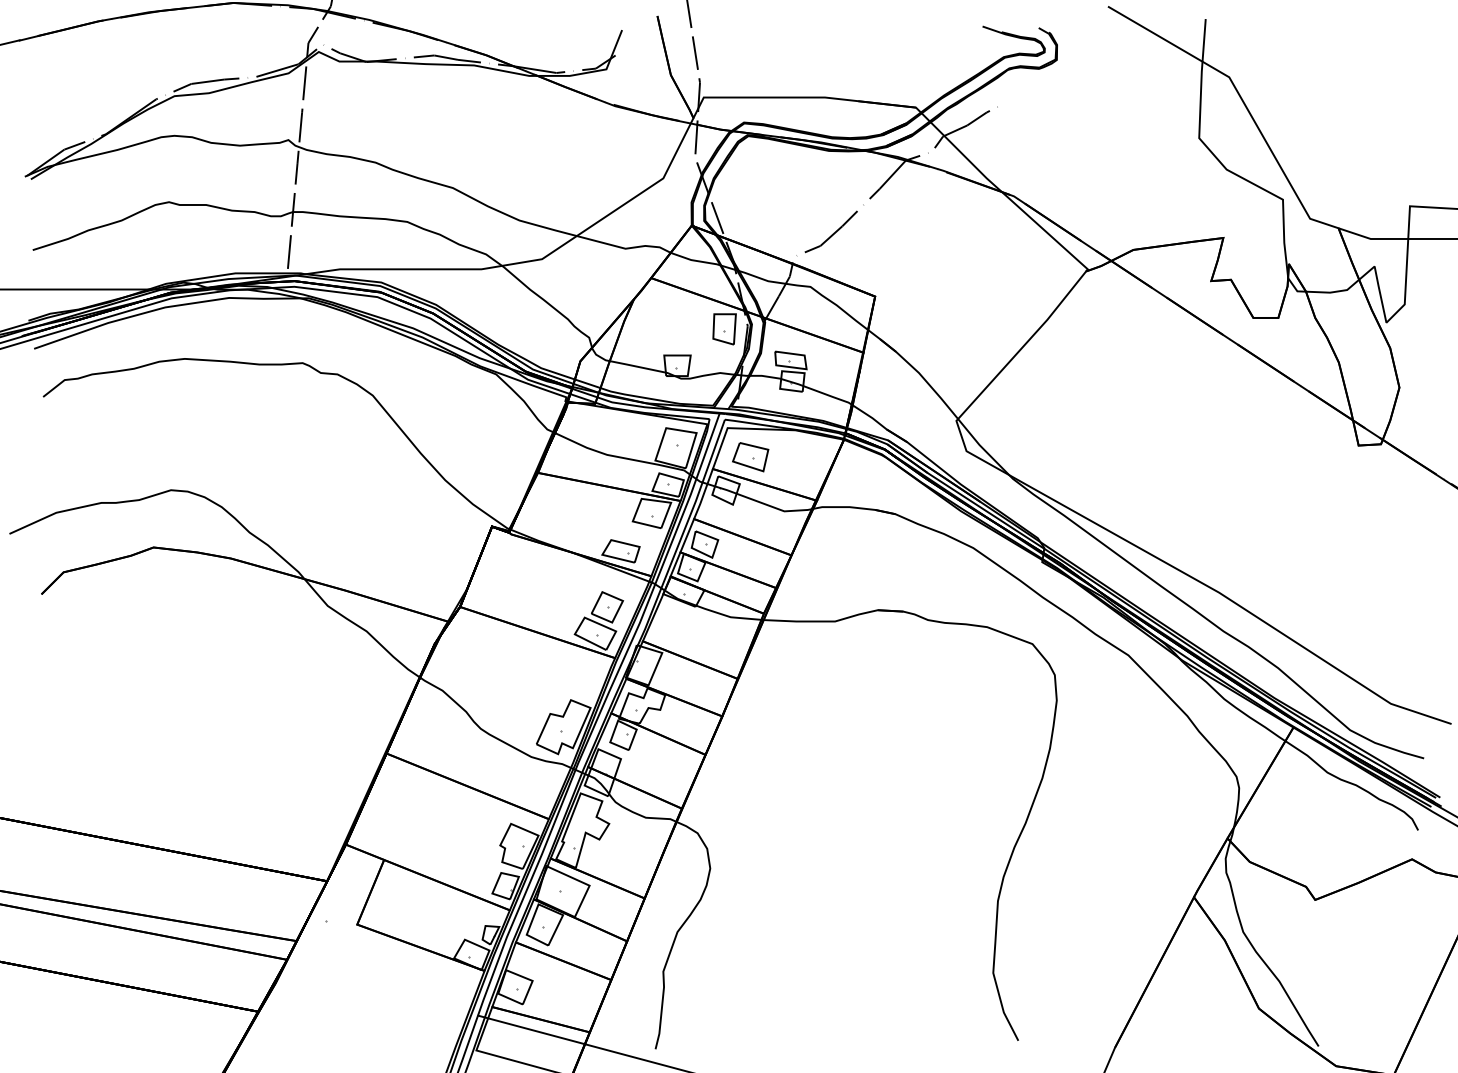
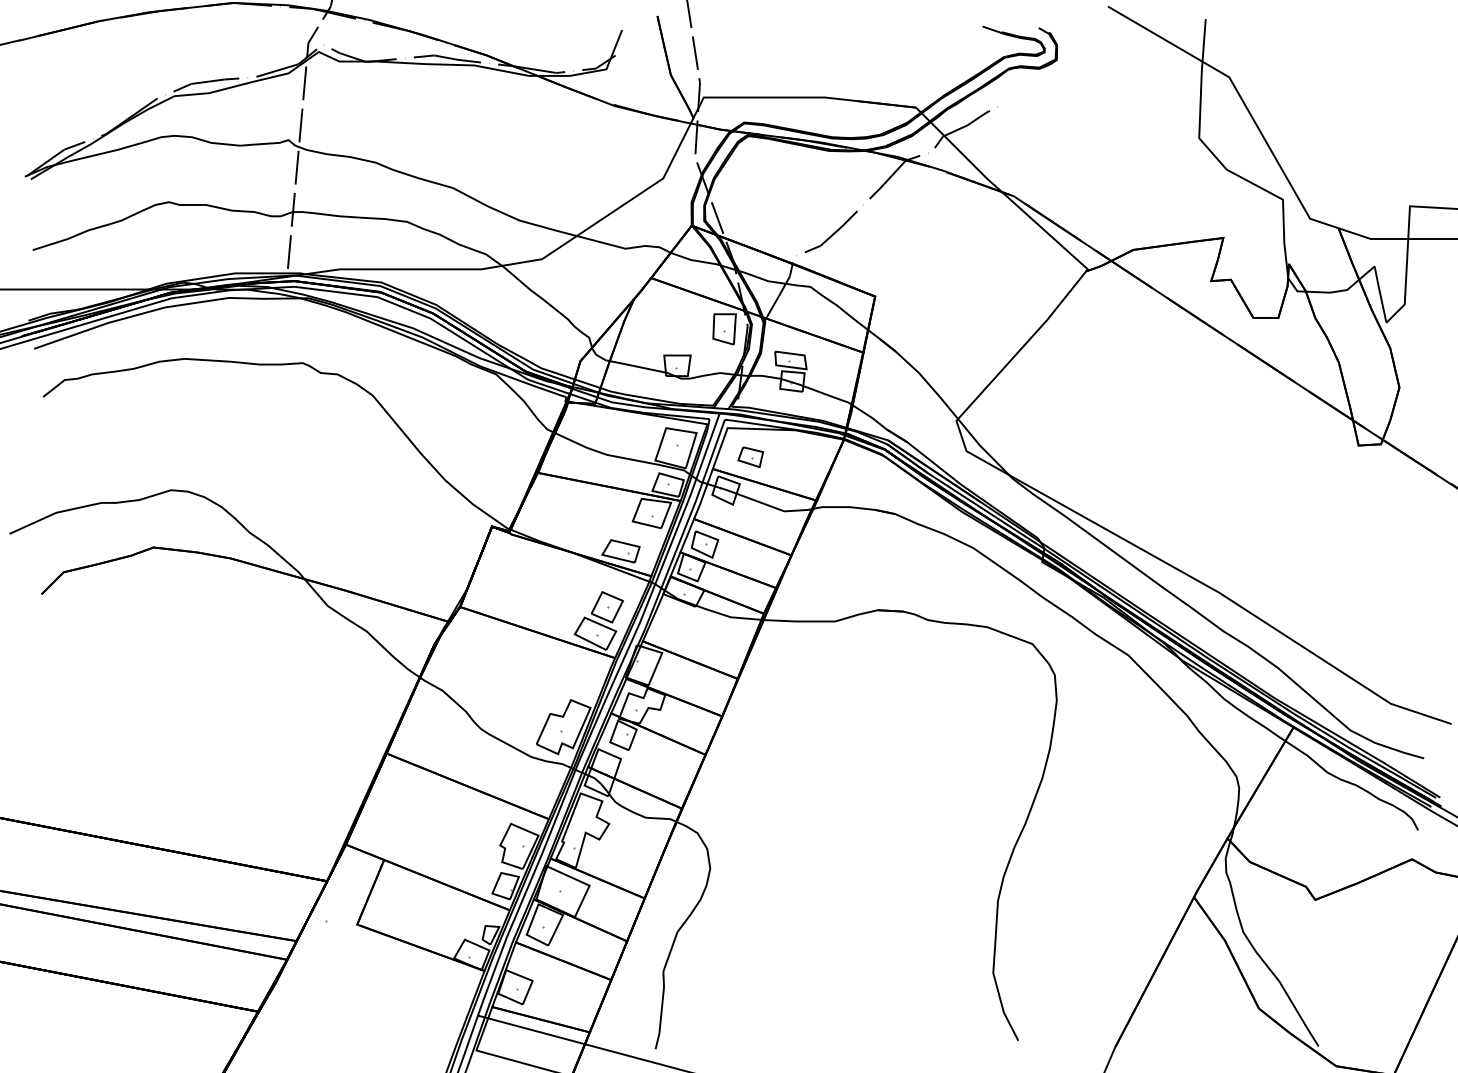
part at (750, 457) size: 38x31 px -> 28x23 px
